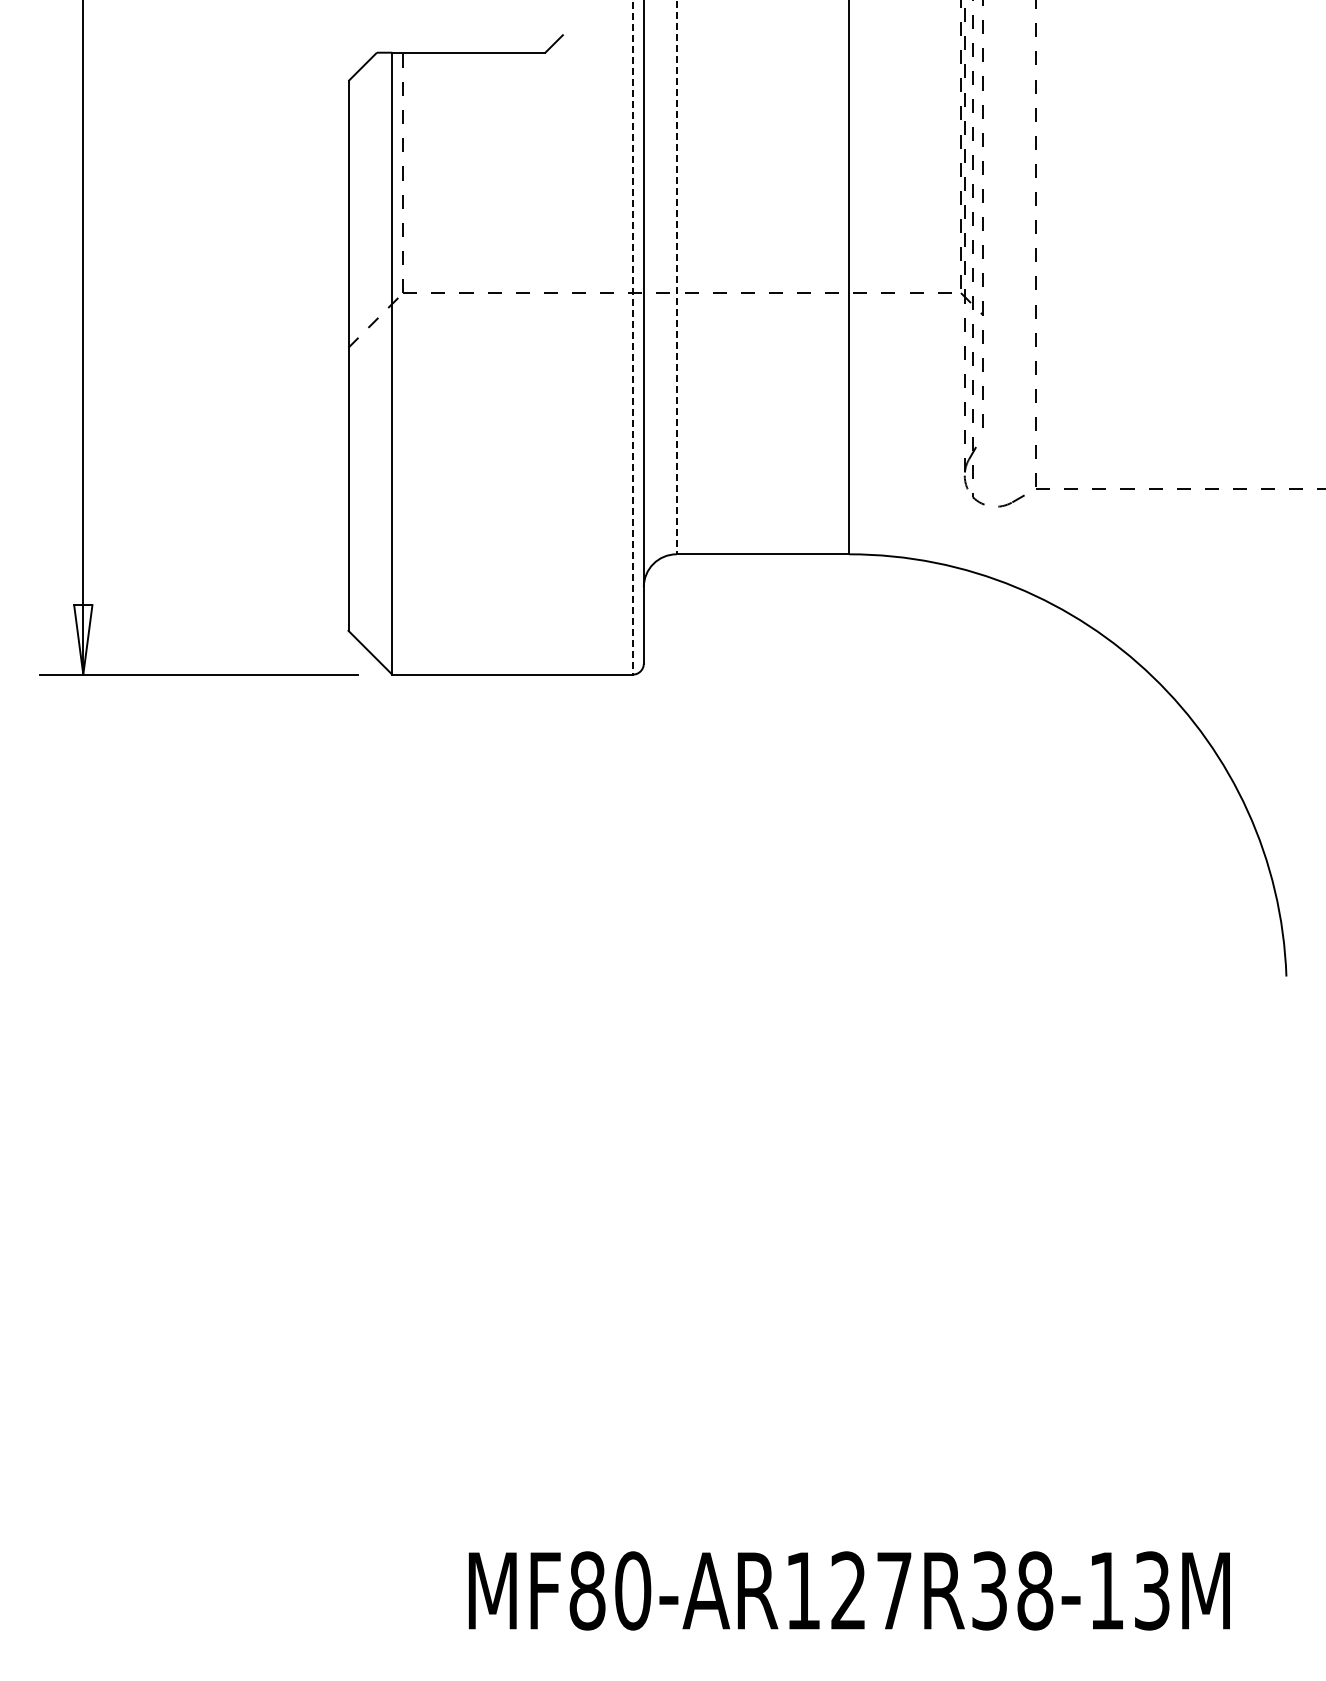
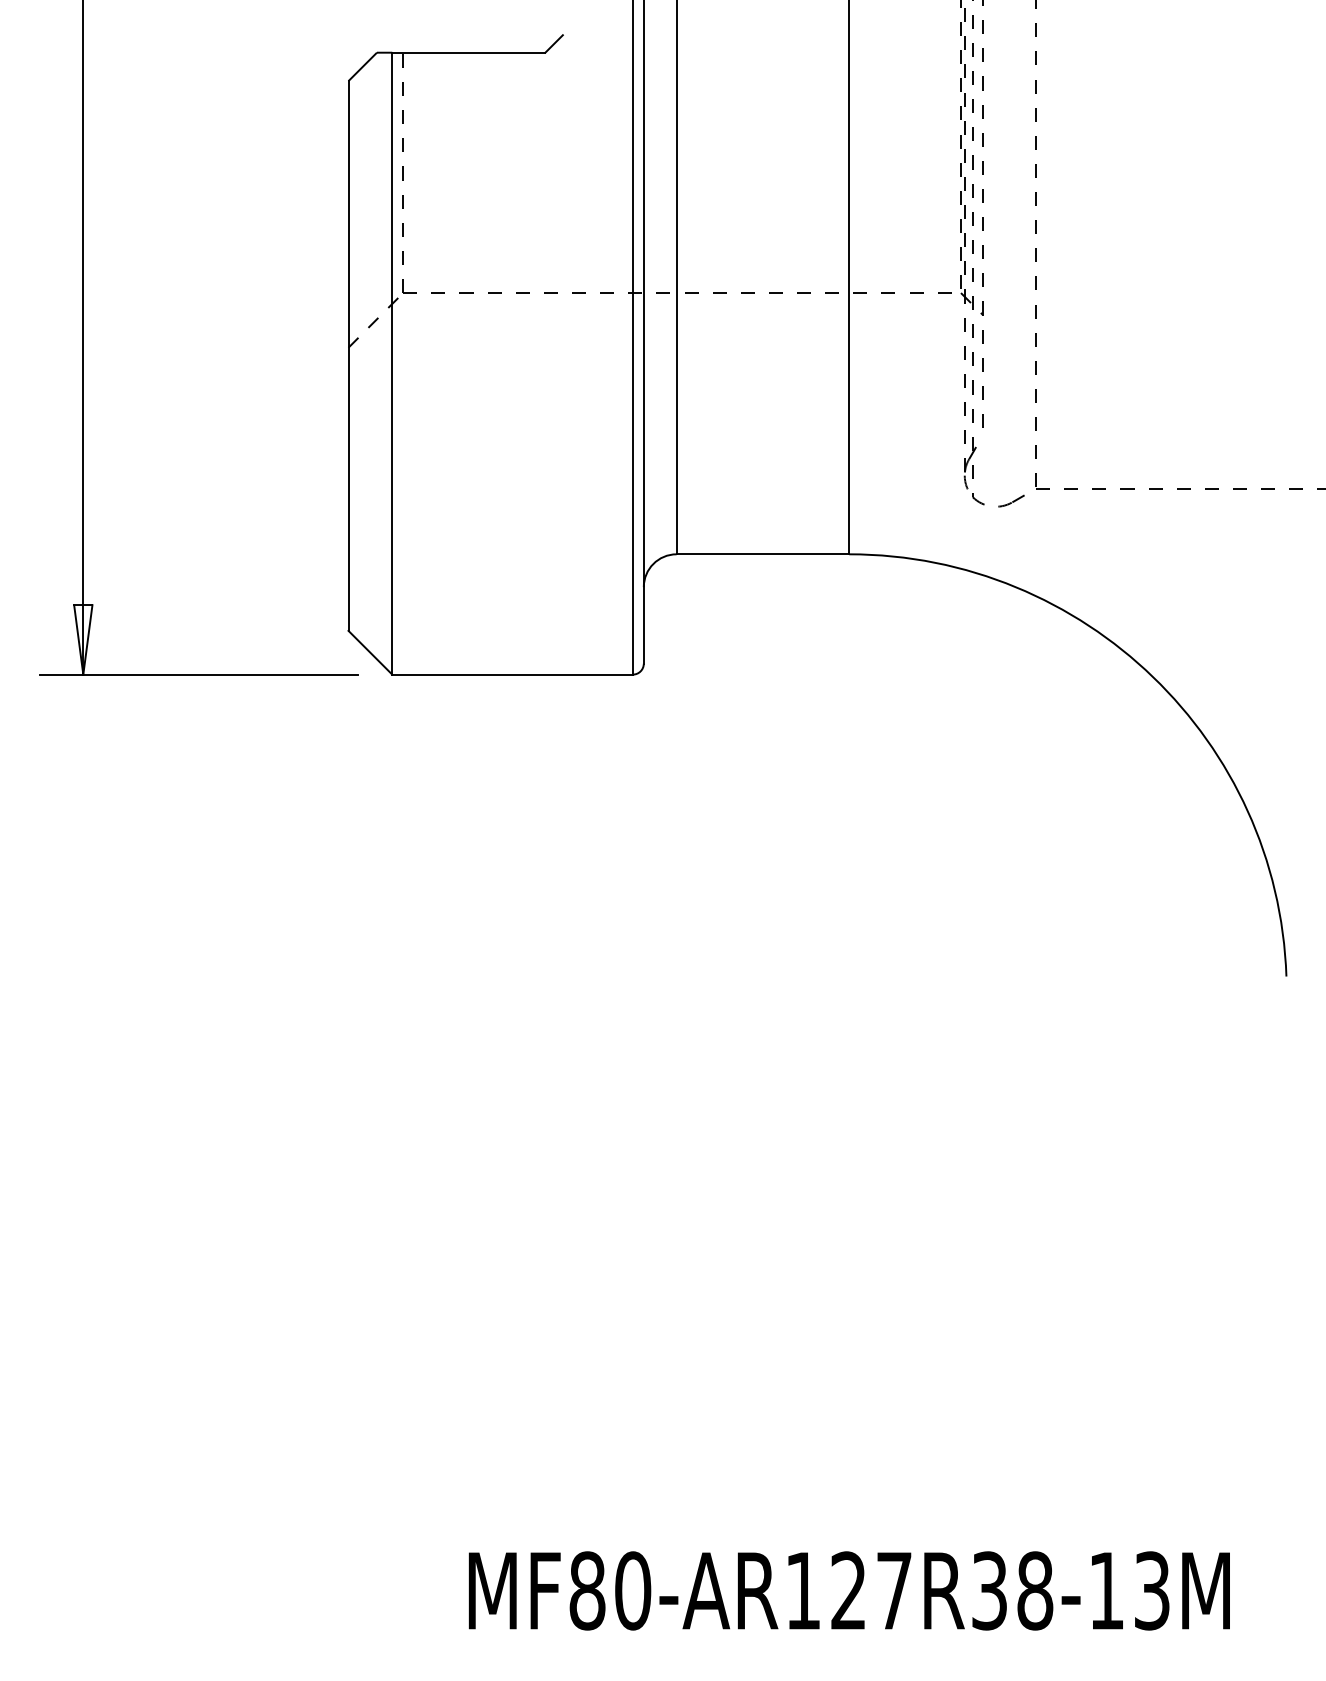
line at (676, 277): dashed -> solid
line at (632, 337): dashed -> solid
